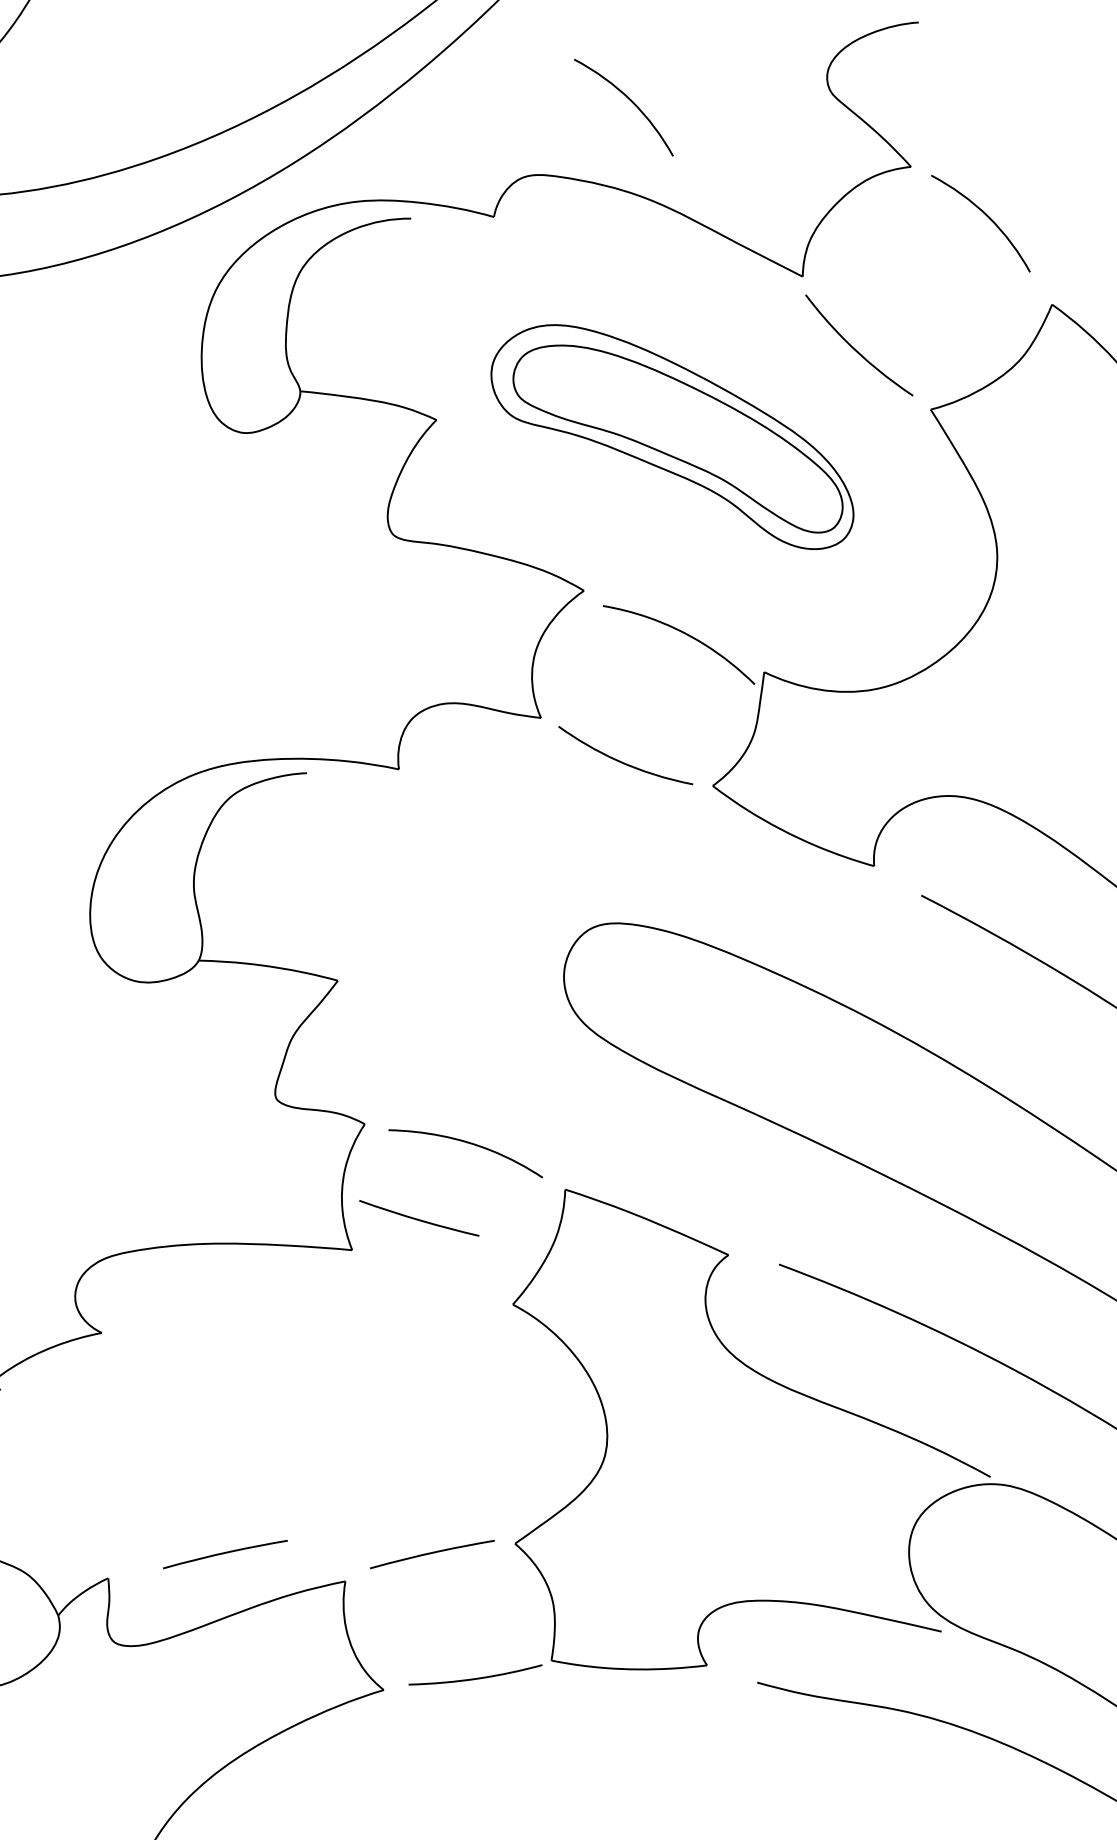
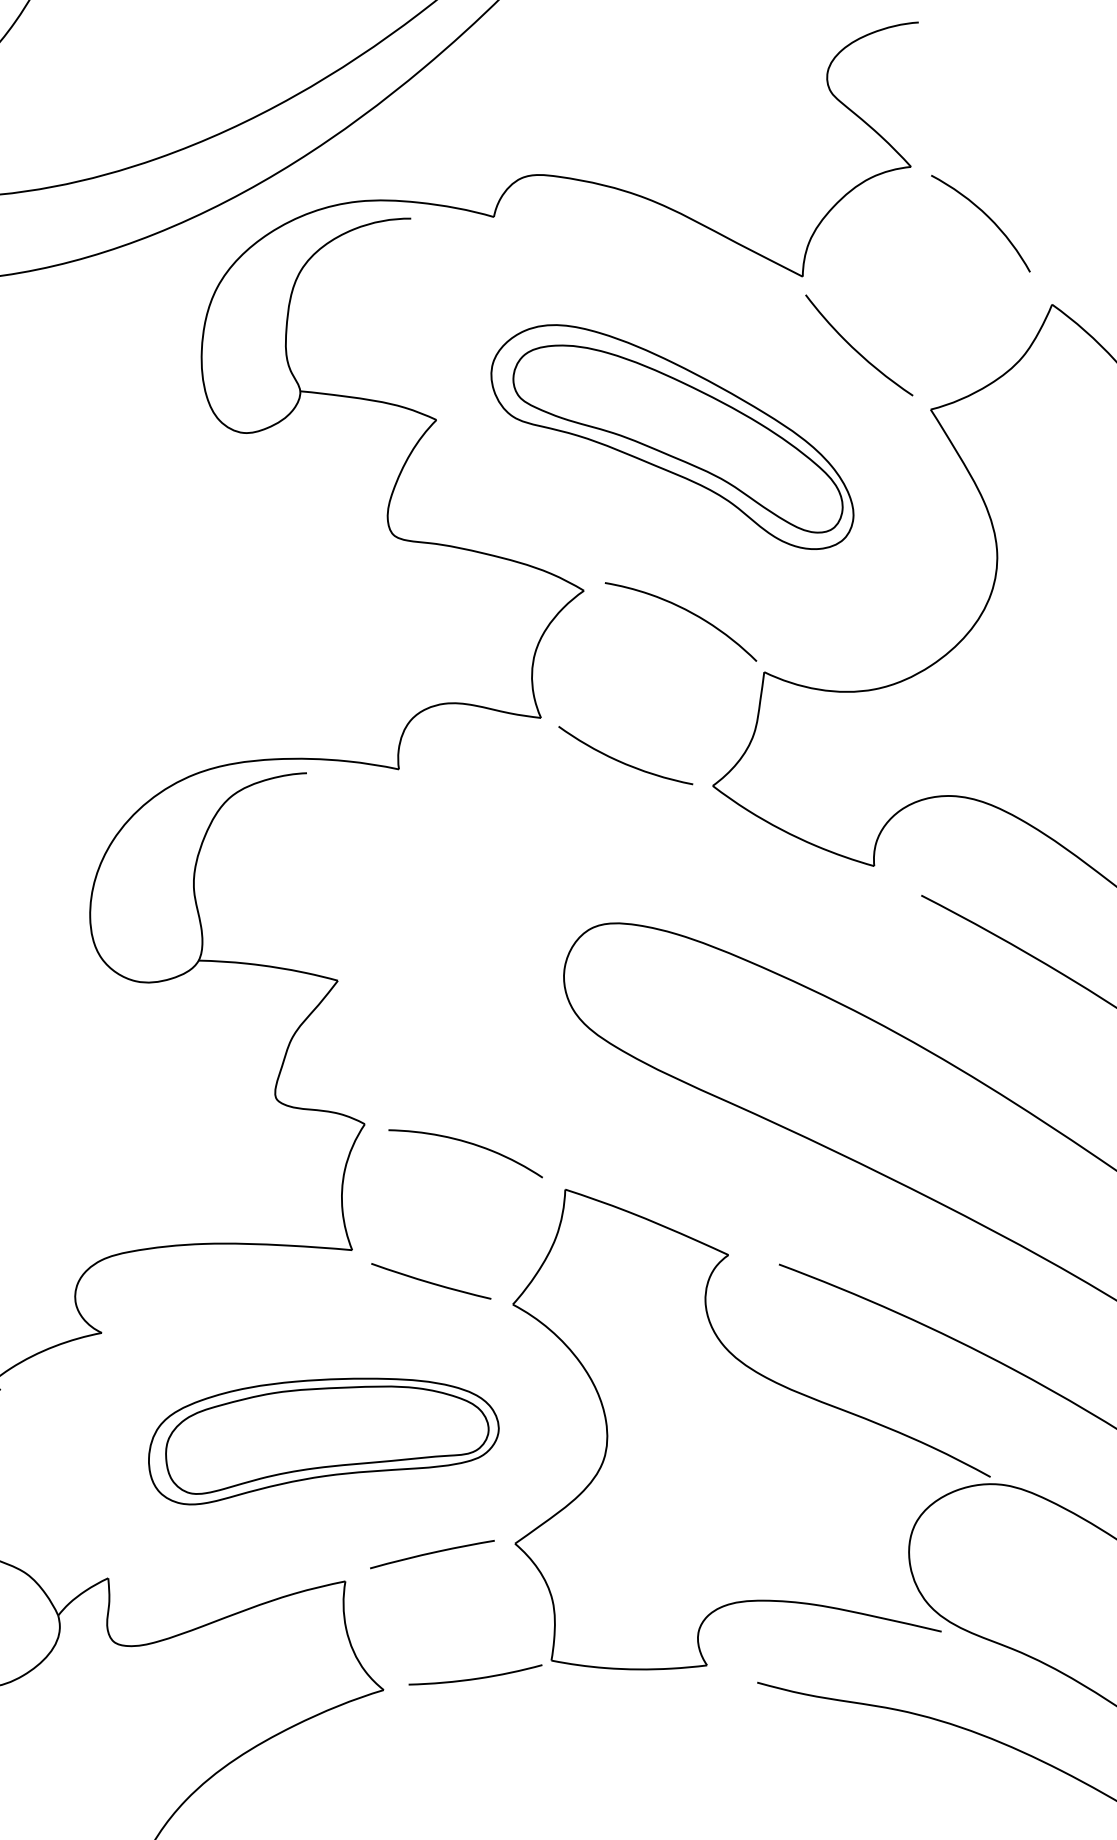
curve at (629, 100): present -> none
curve at (684, 634) position: (684, 634) -> (686, 611)
curve at (419, 1219) position: (419, 1219) -> (431, 1282)
part at (323, 1441): none -> present
curve at (225, 1553): present -> none
